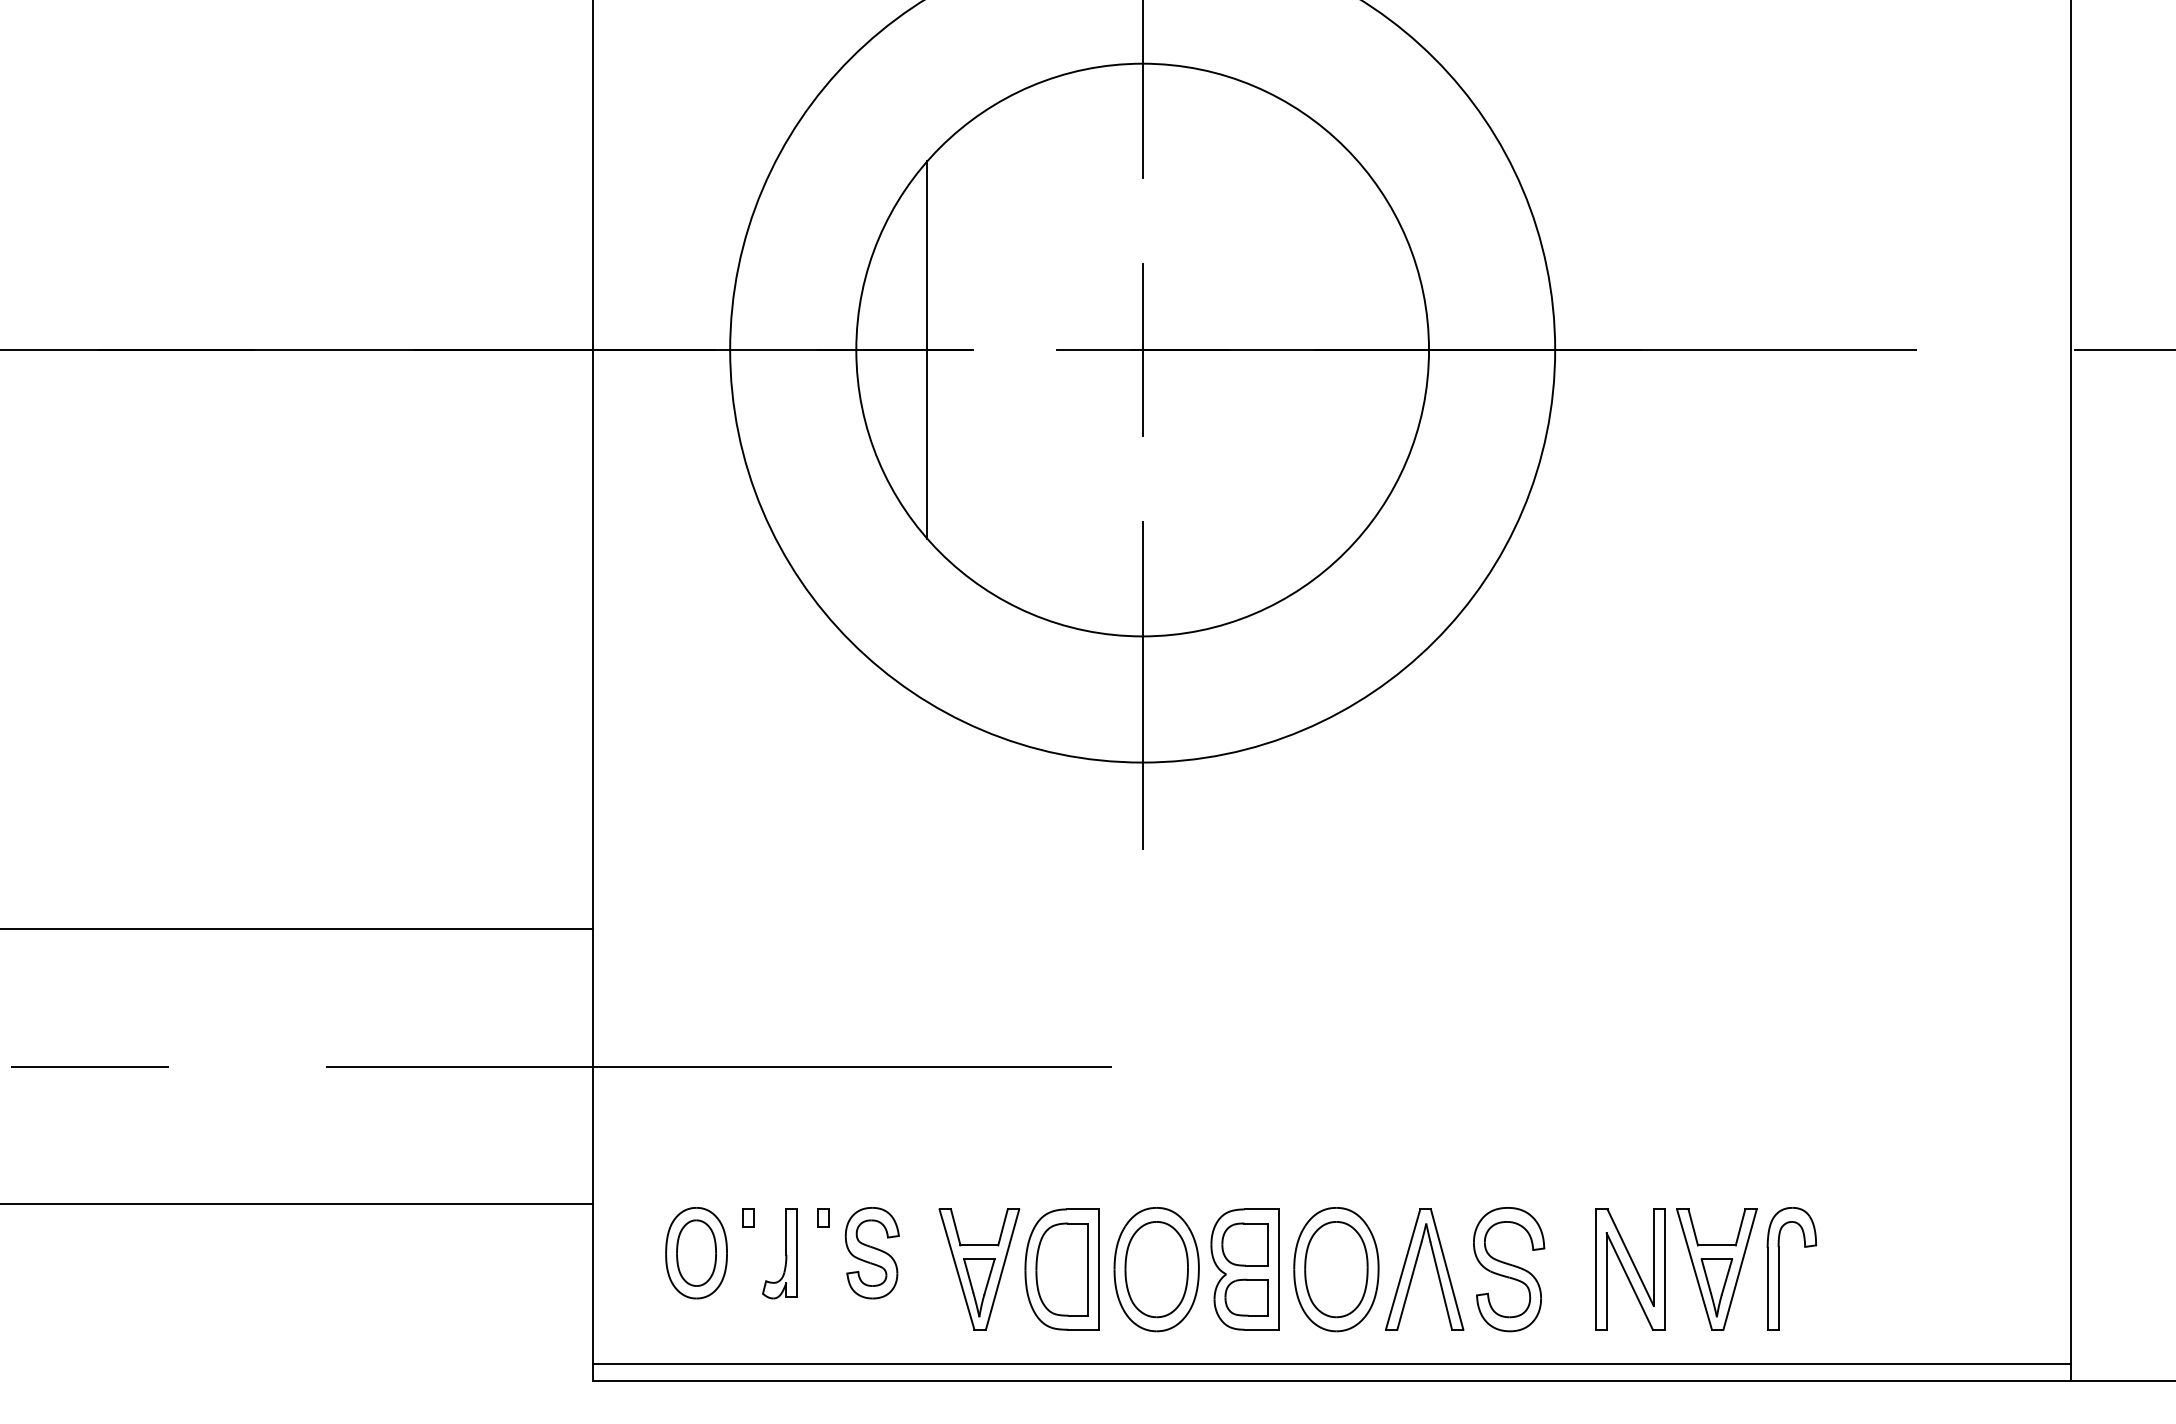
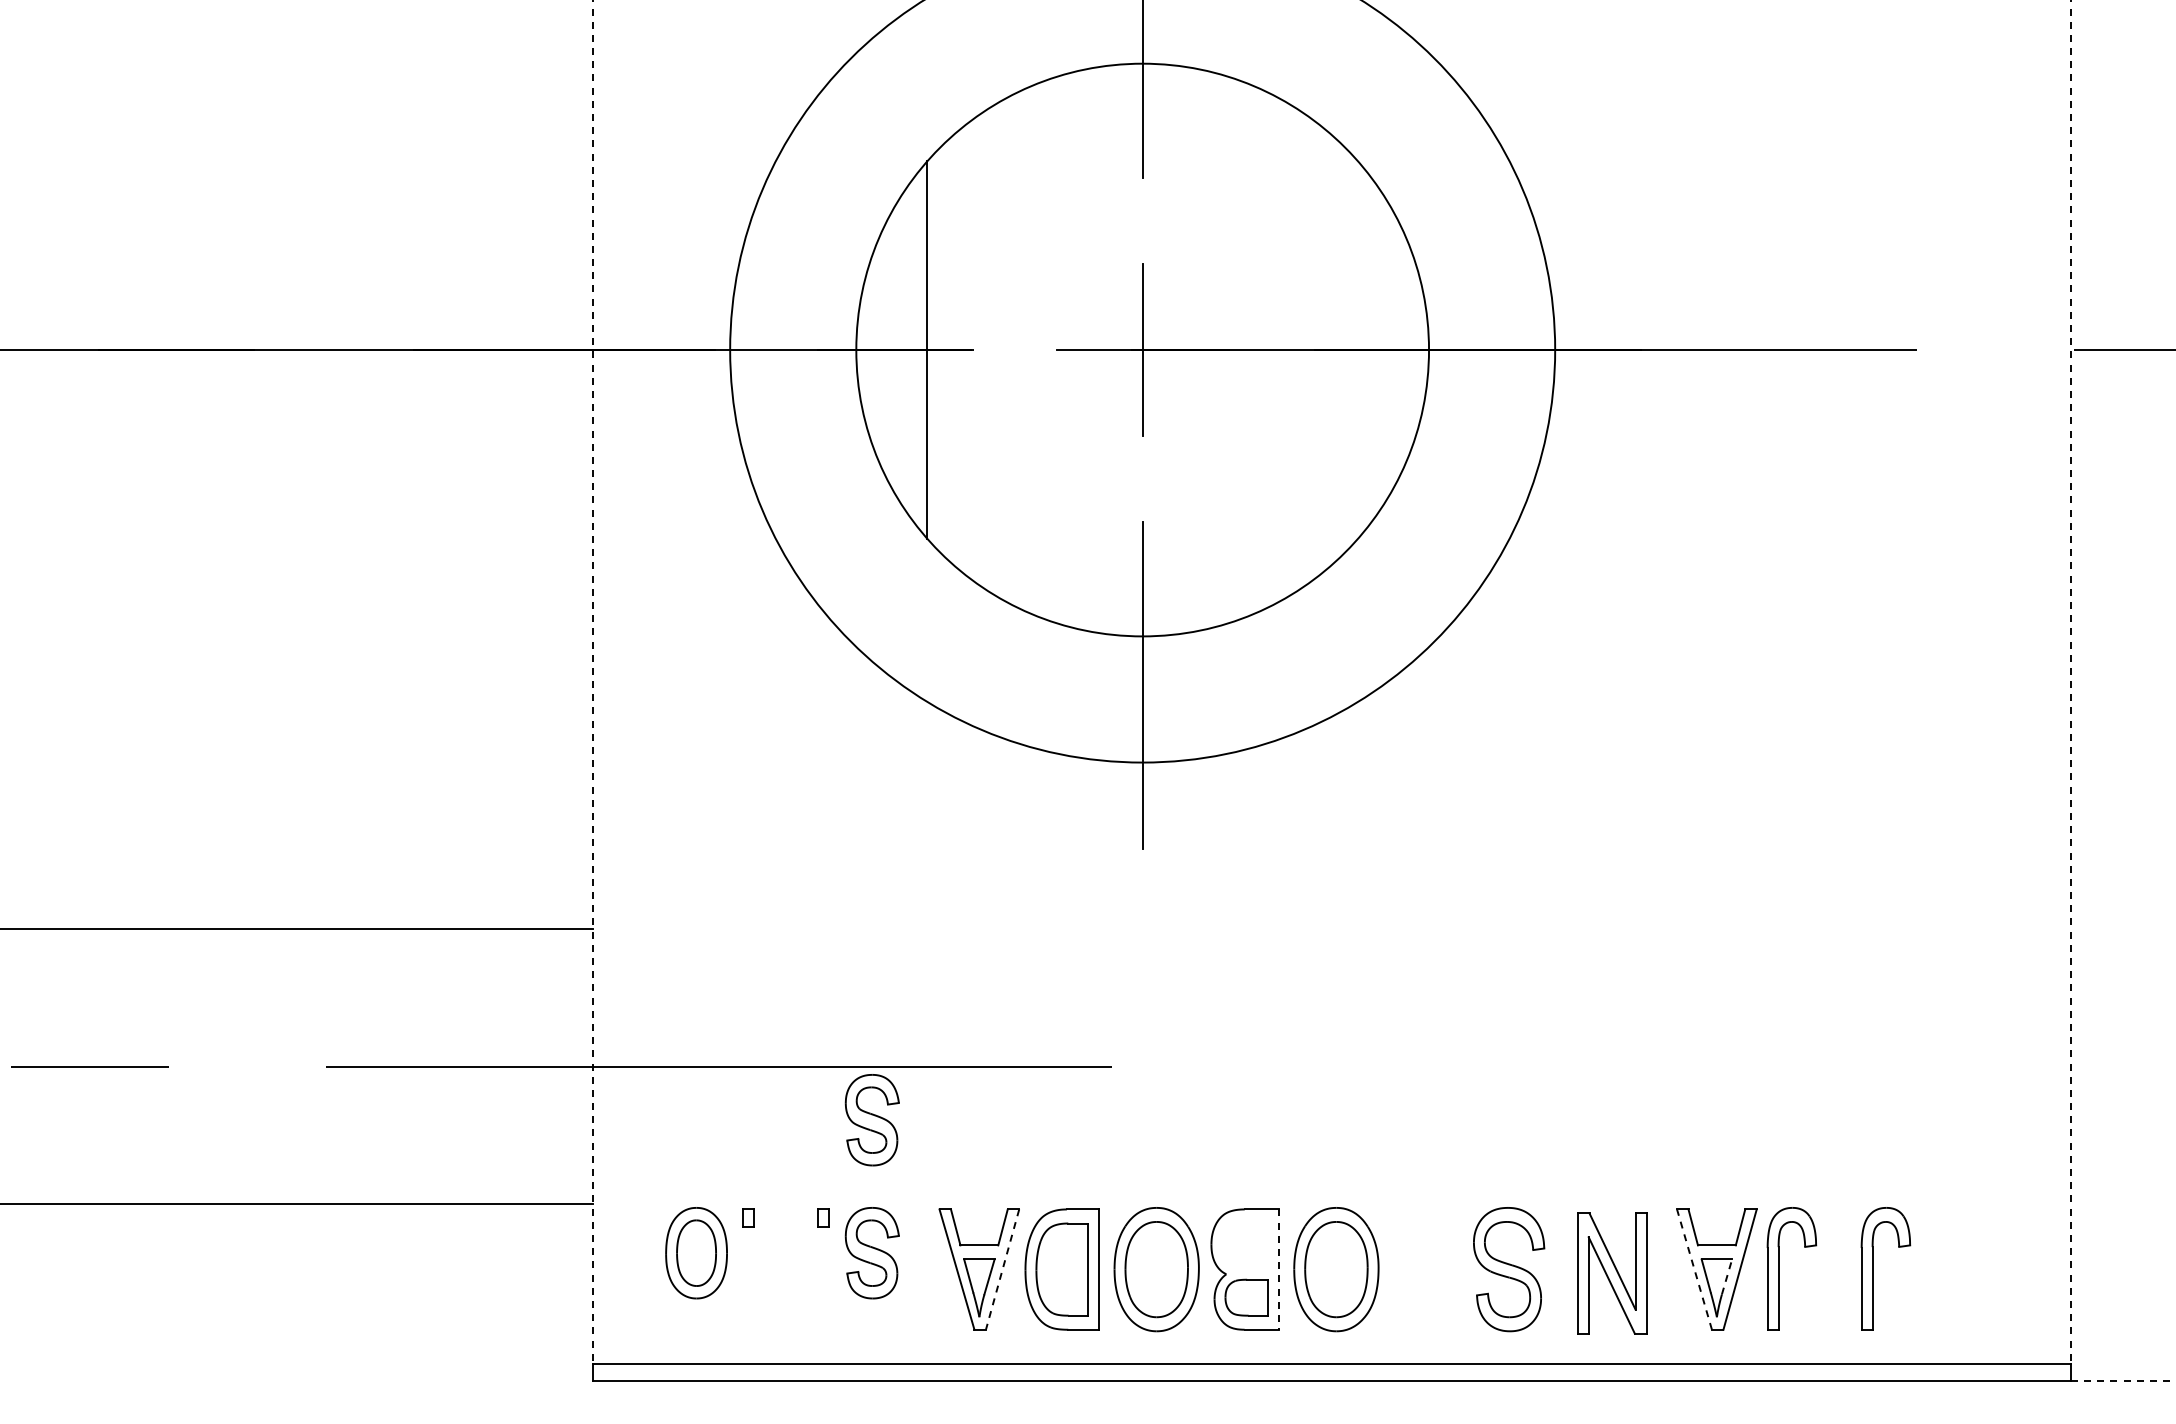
line at (592, 682): solid -> dashed
line at (2070, 682): solid -> dashed
part at (871, 1120): none -> present
part at (1244, 1244): present -> none
part at (779, 1253): present -> none
part at (1416, 1265): present -> none
part at (1873, 1268): none -> present
part at (1630, 1269) position: (1630, 1269) -> (1612, 1273)
line at (1694, 1269): solid -> dashed
line at (1002, 1270): solid -> dashed
line at (1278, 1270): solid -> dashed
line at (1727, 1276): solid -> dashed
line at (2123, 1381): solid -> dashed
